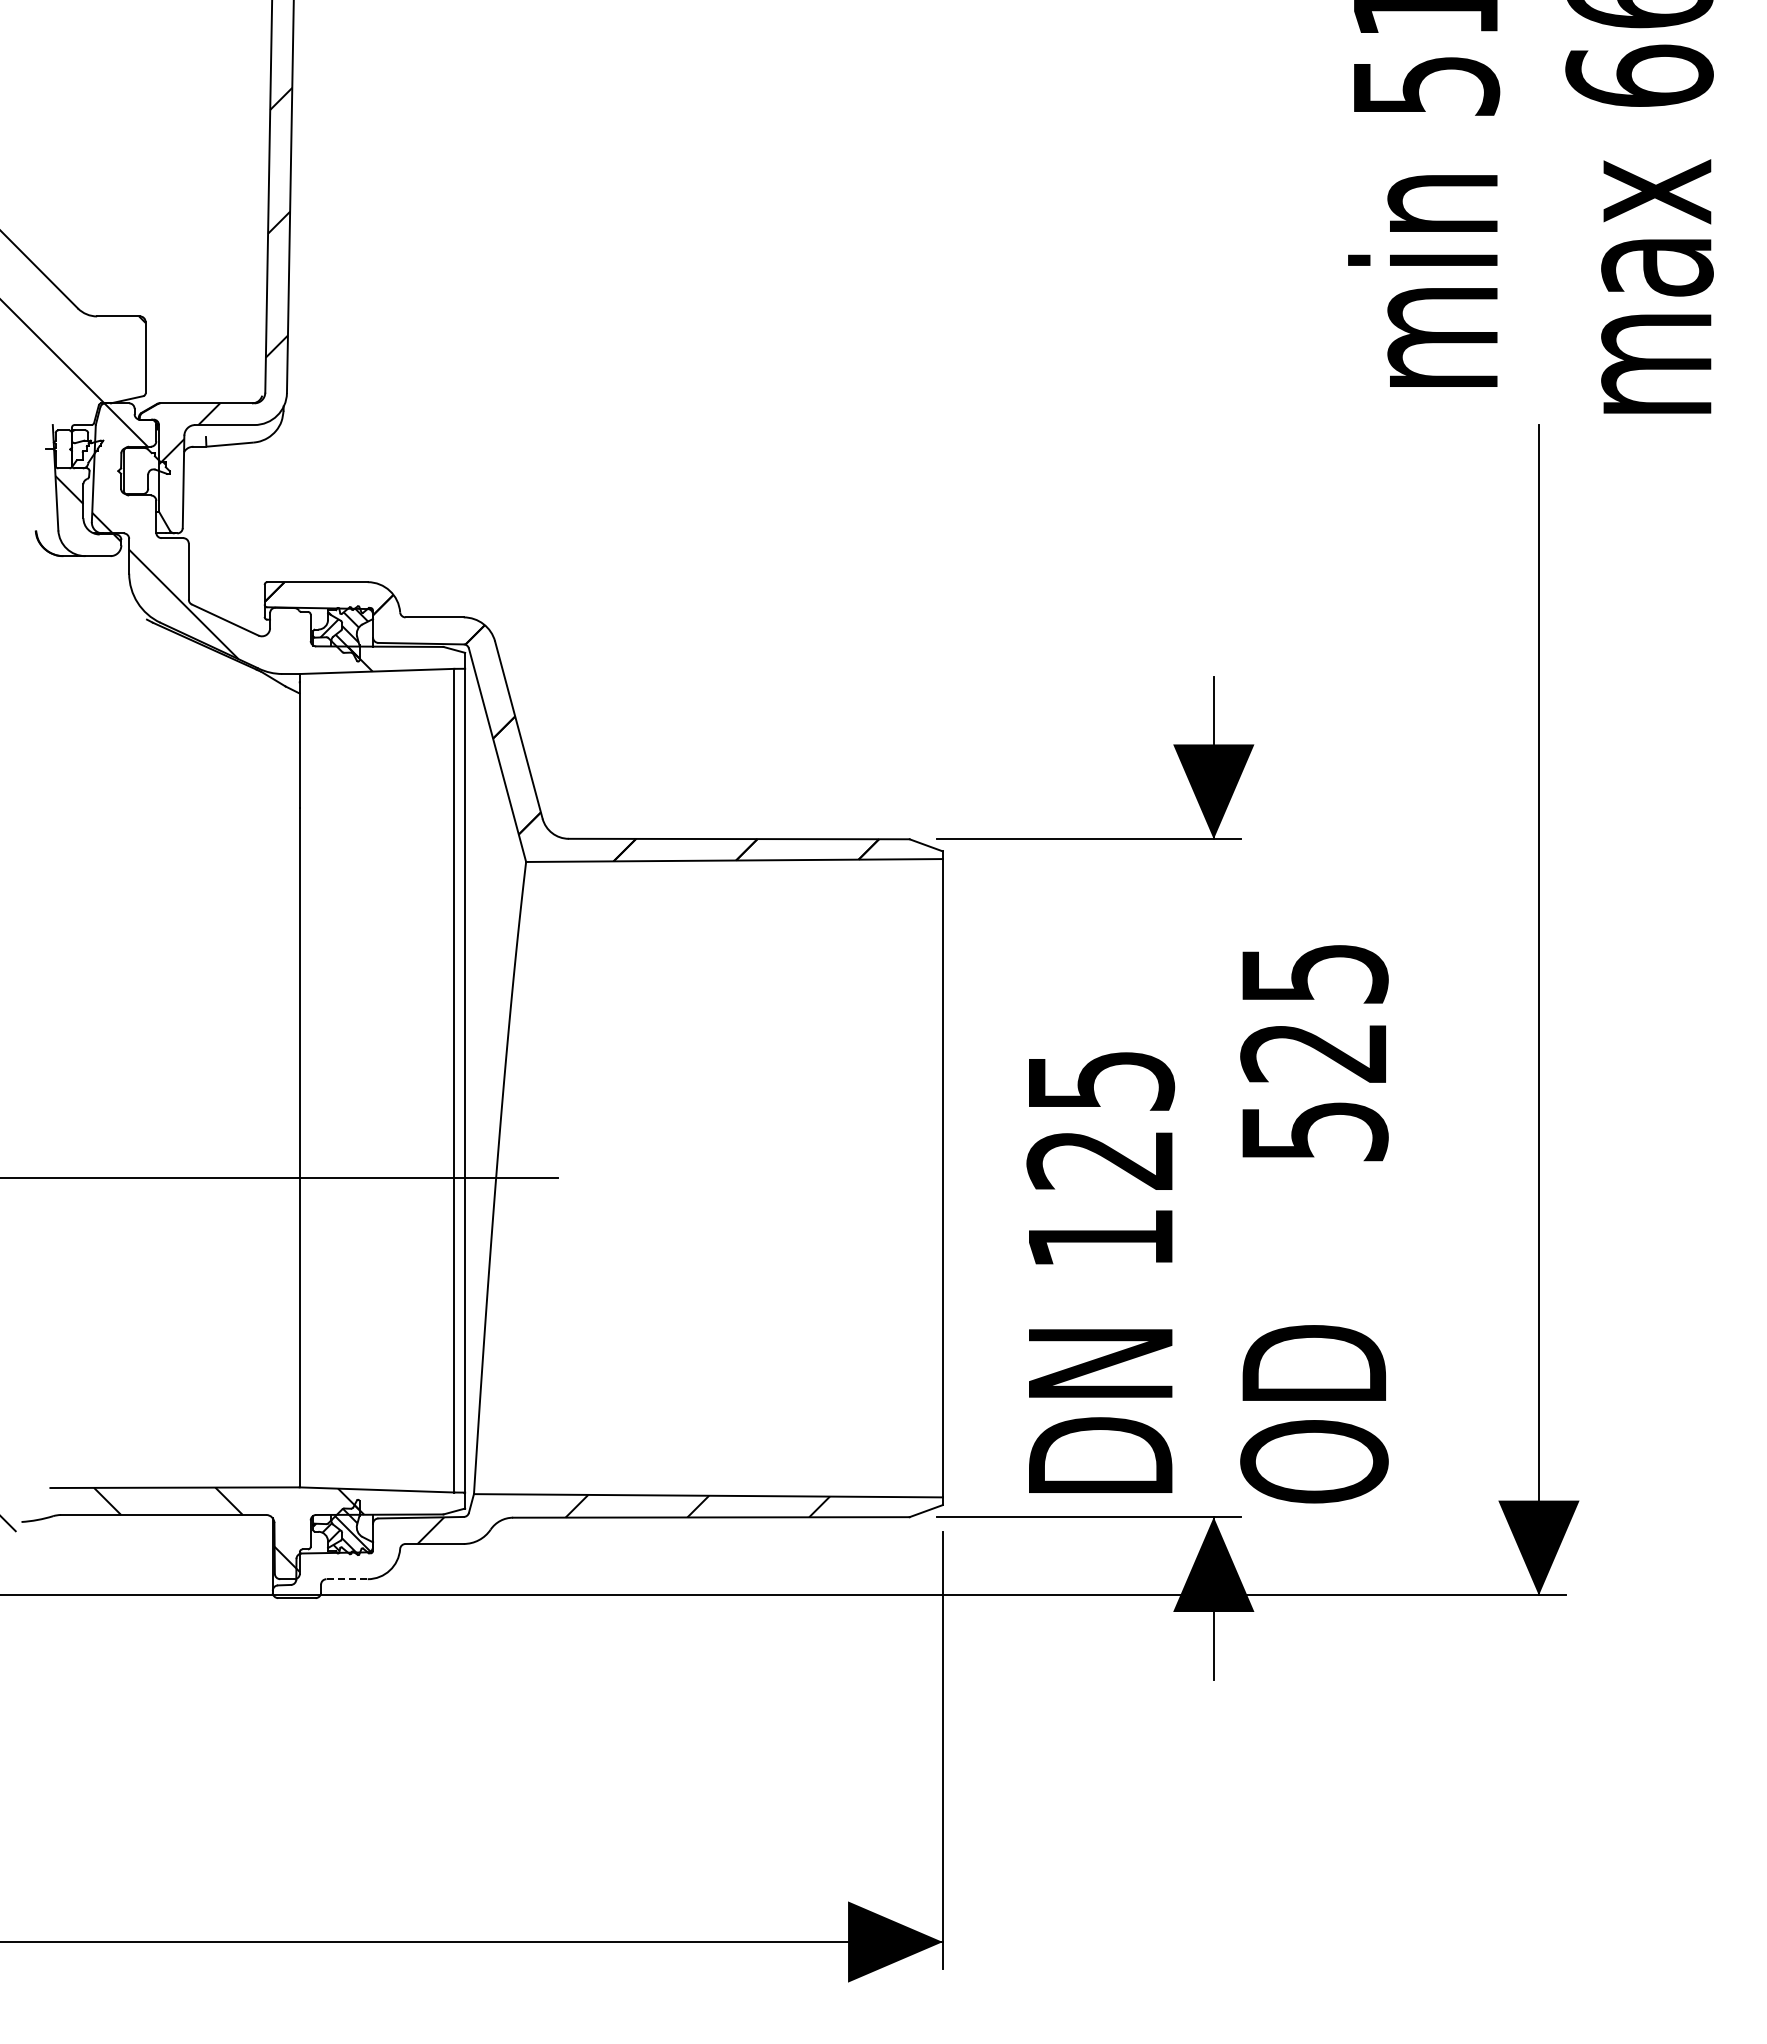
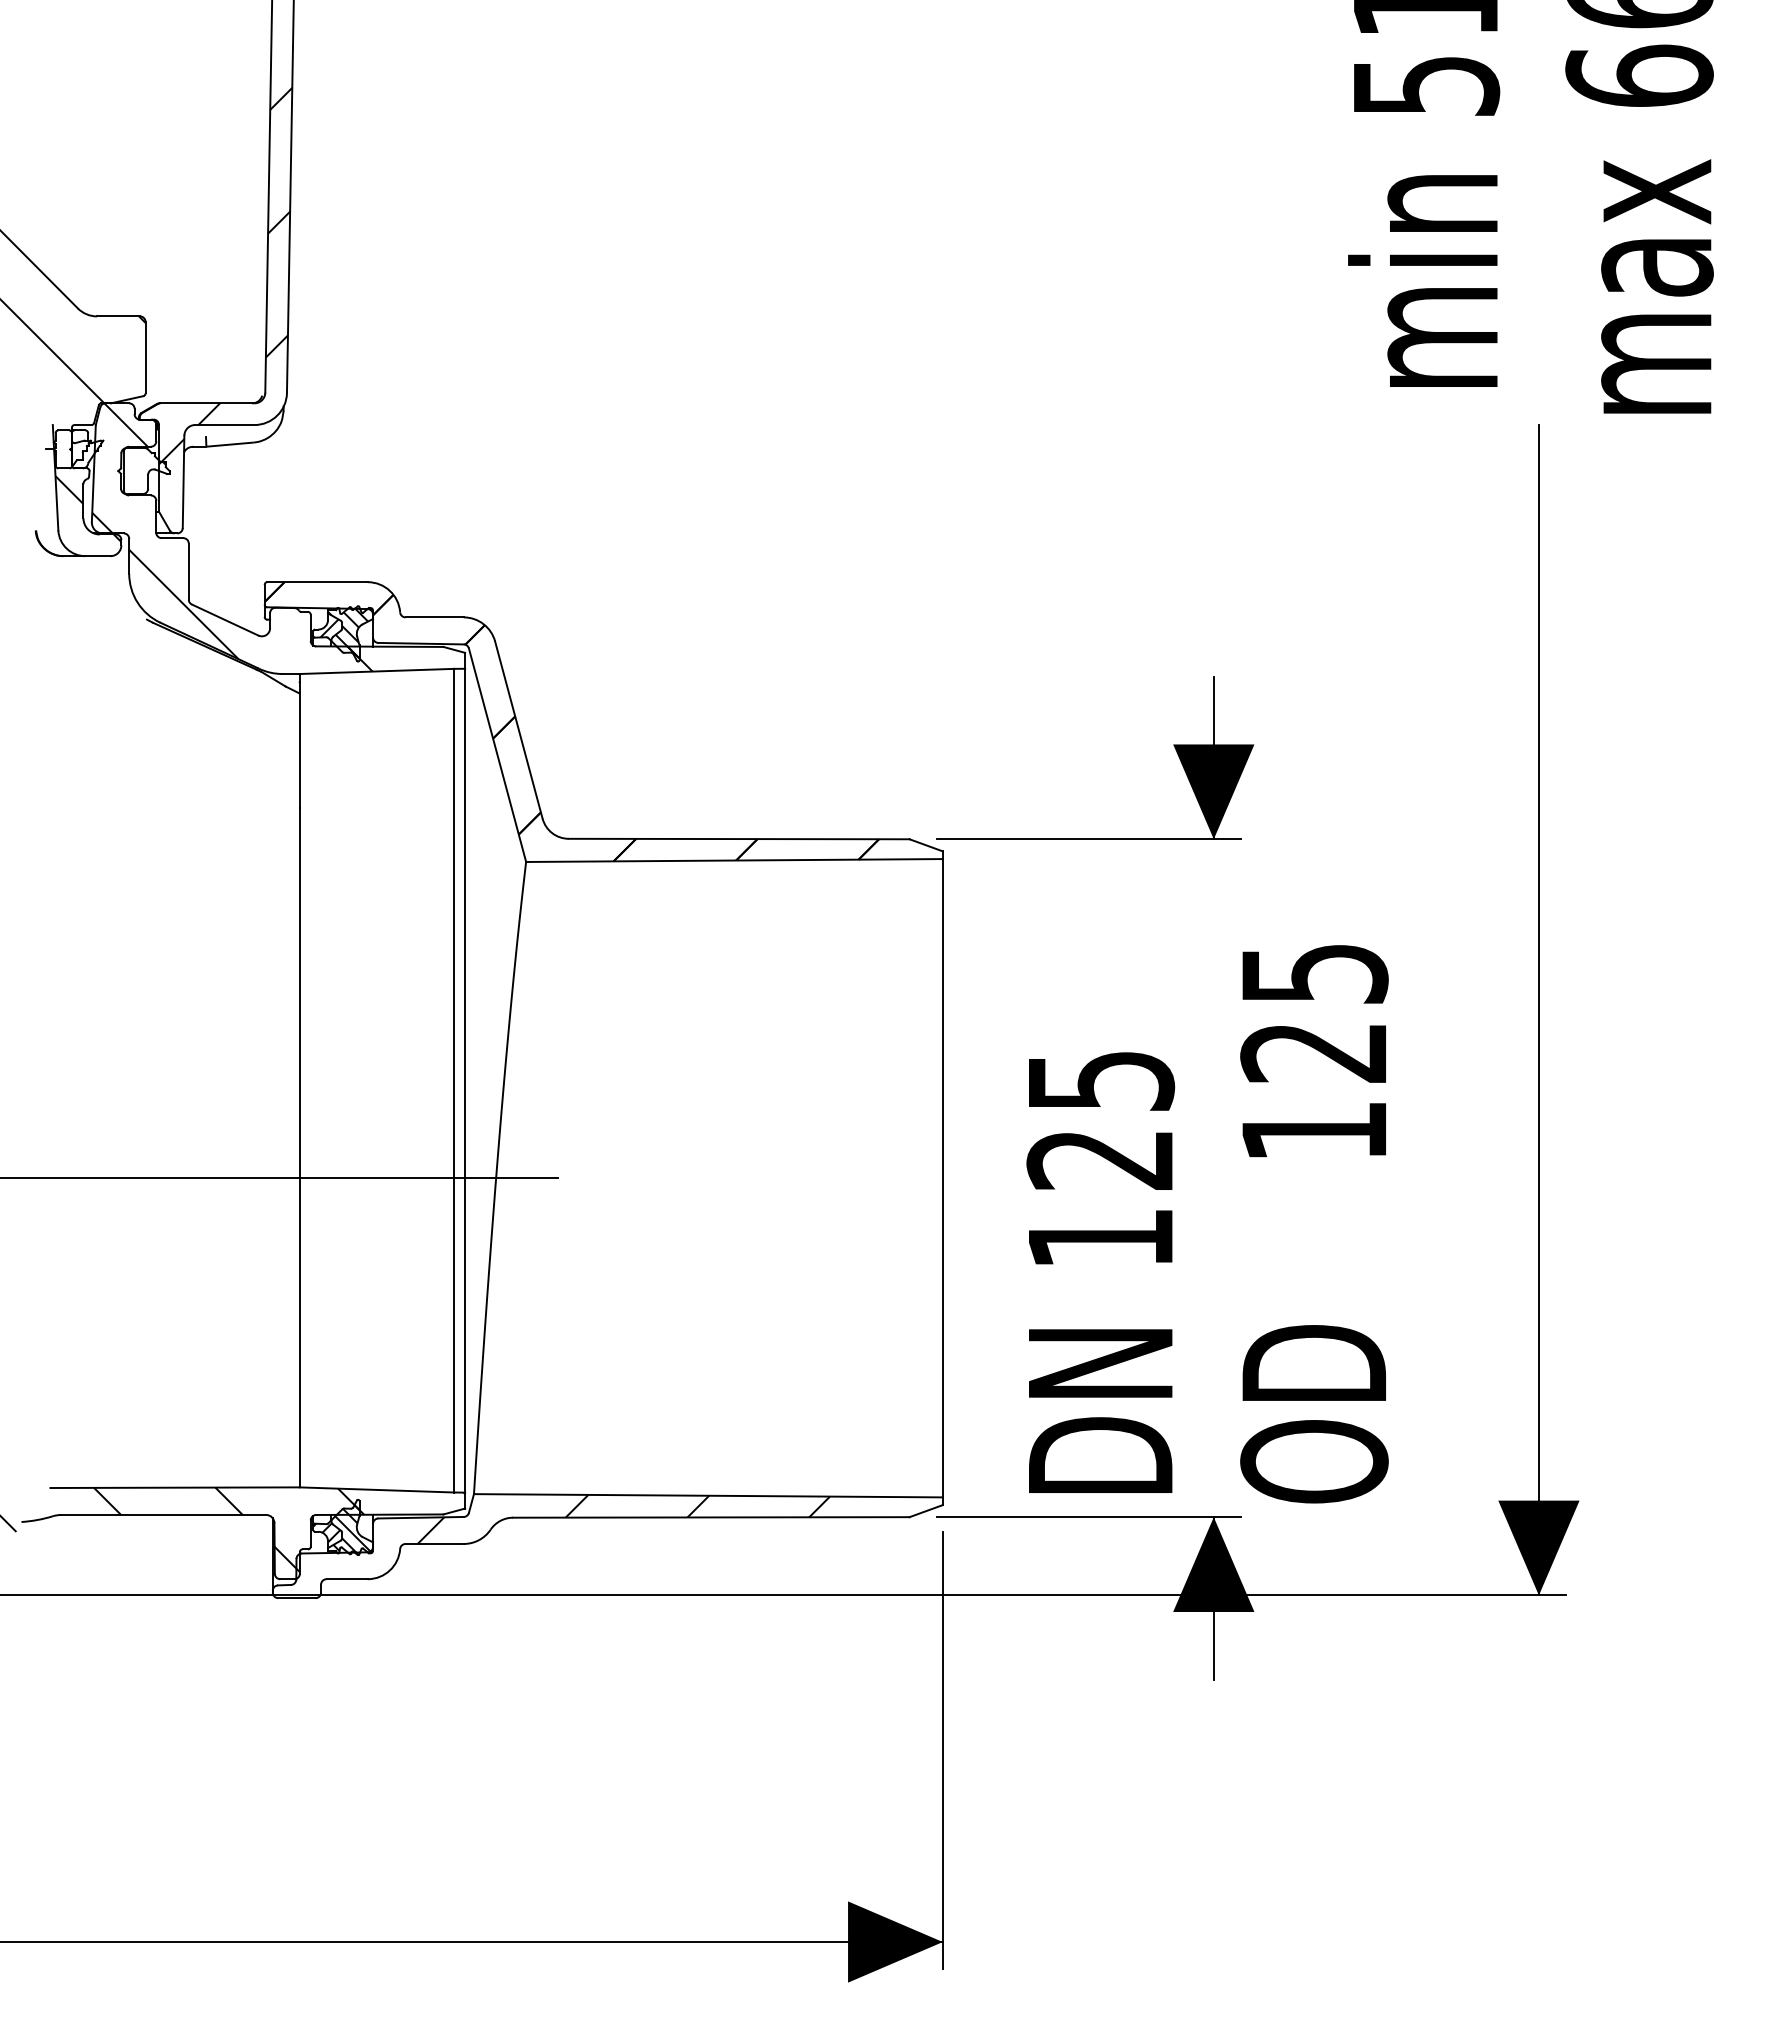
text at (1315, 1131): 525 -> 125
line at (347, 1579): dashed -> solid
